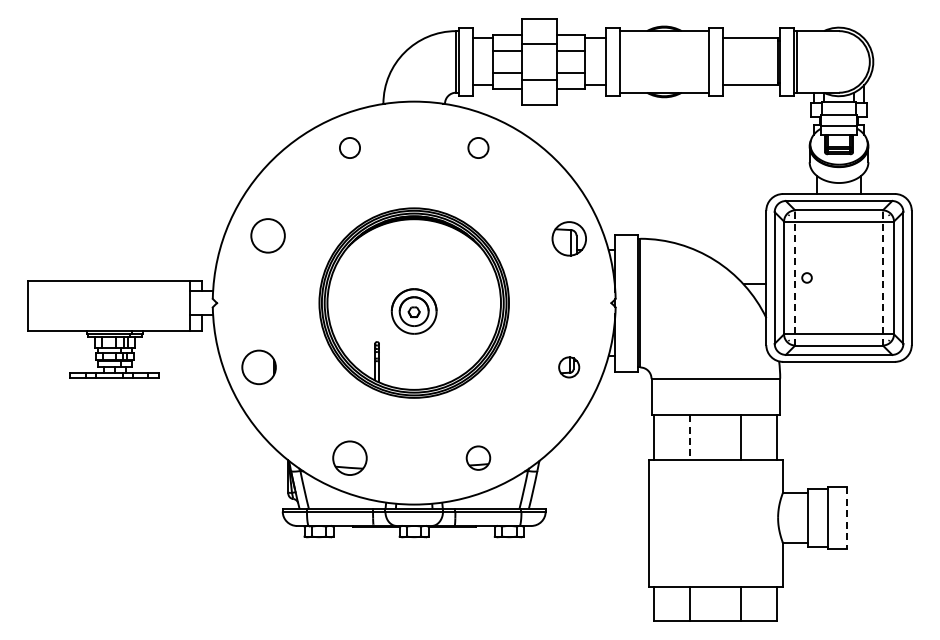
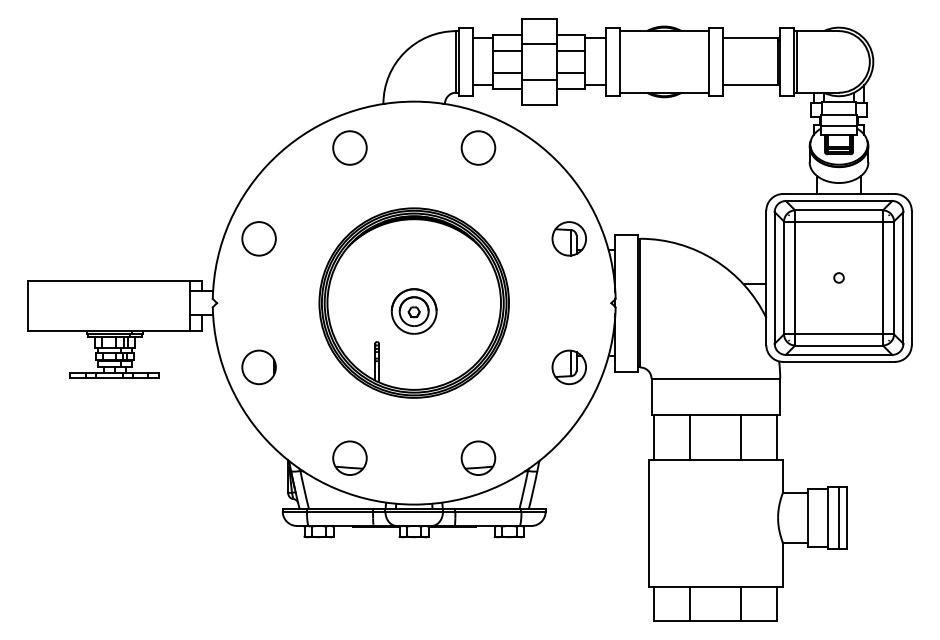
circle at (349, 147) diameter: 20 px -> 34 px
circle at (478, 147) diameter: 20 px -> 34 px
circle at (267, 235) position: (267, 235) -> (258, 238)
line at (795, 277): dashed -> solid
circle at (806, 277) position: (806, 277) -> (838, 277)
line at (882, 277): dashed -> solid
part at (569, 367) size: 23x23 px -> 36x37 px
line at (690, 437): dashed -> solid
part at (478, 457) size: 27x26 px -> 37x36 px
line at (839, 517): none -> present
line at (847, 517): dashed -> solid
